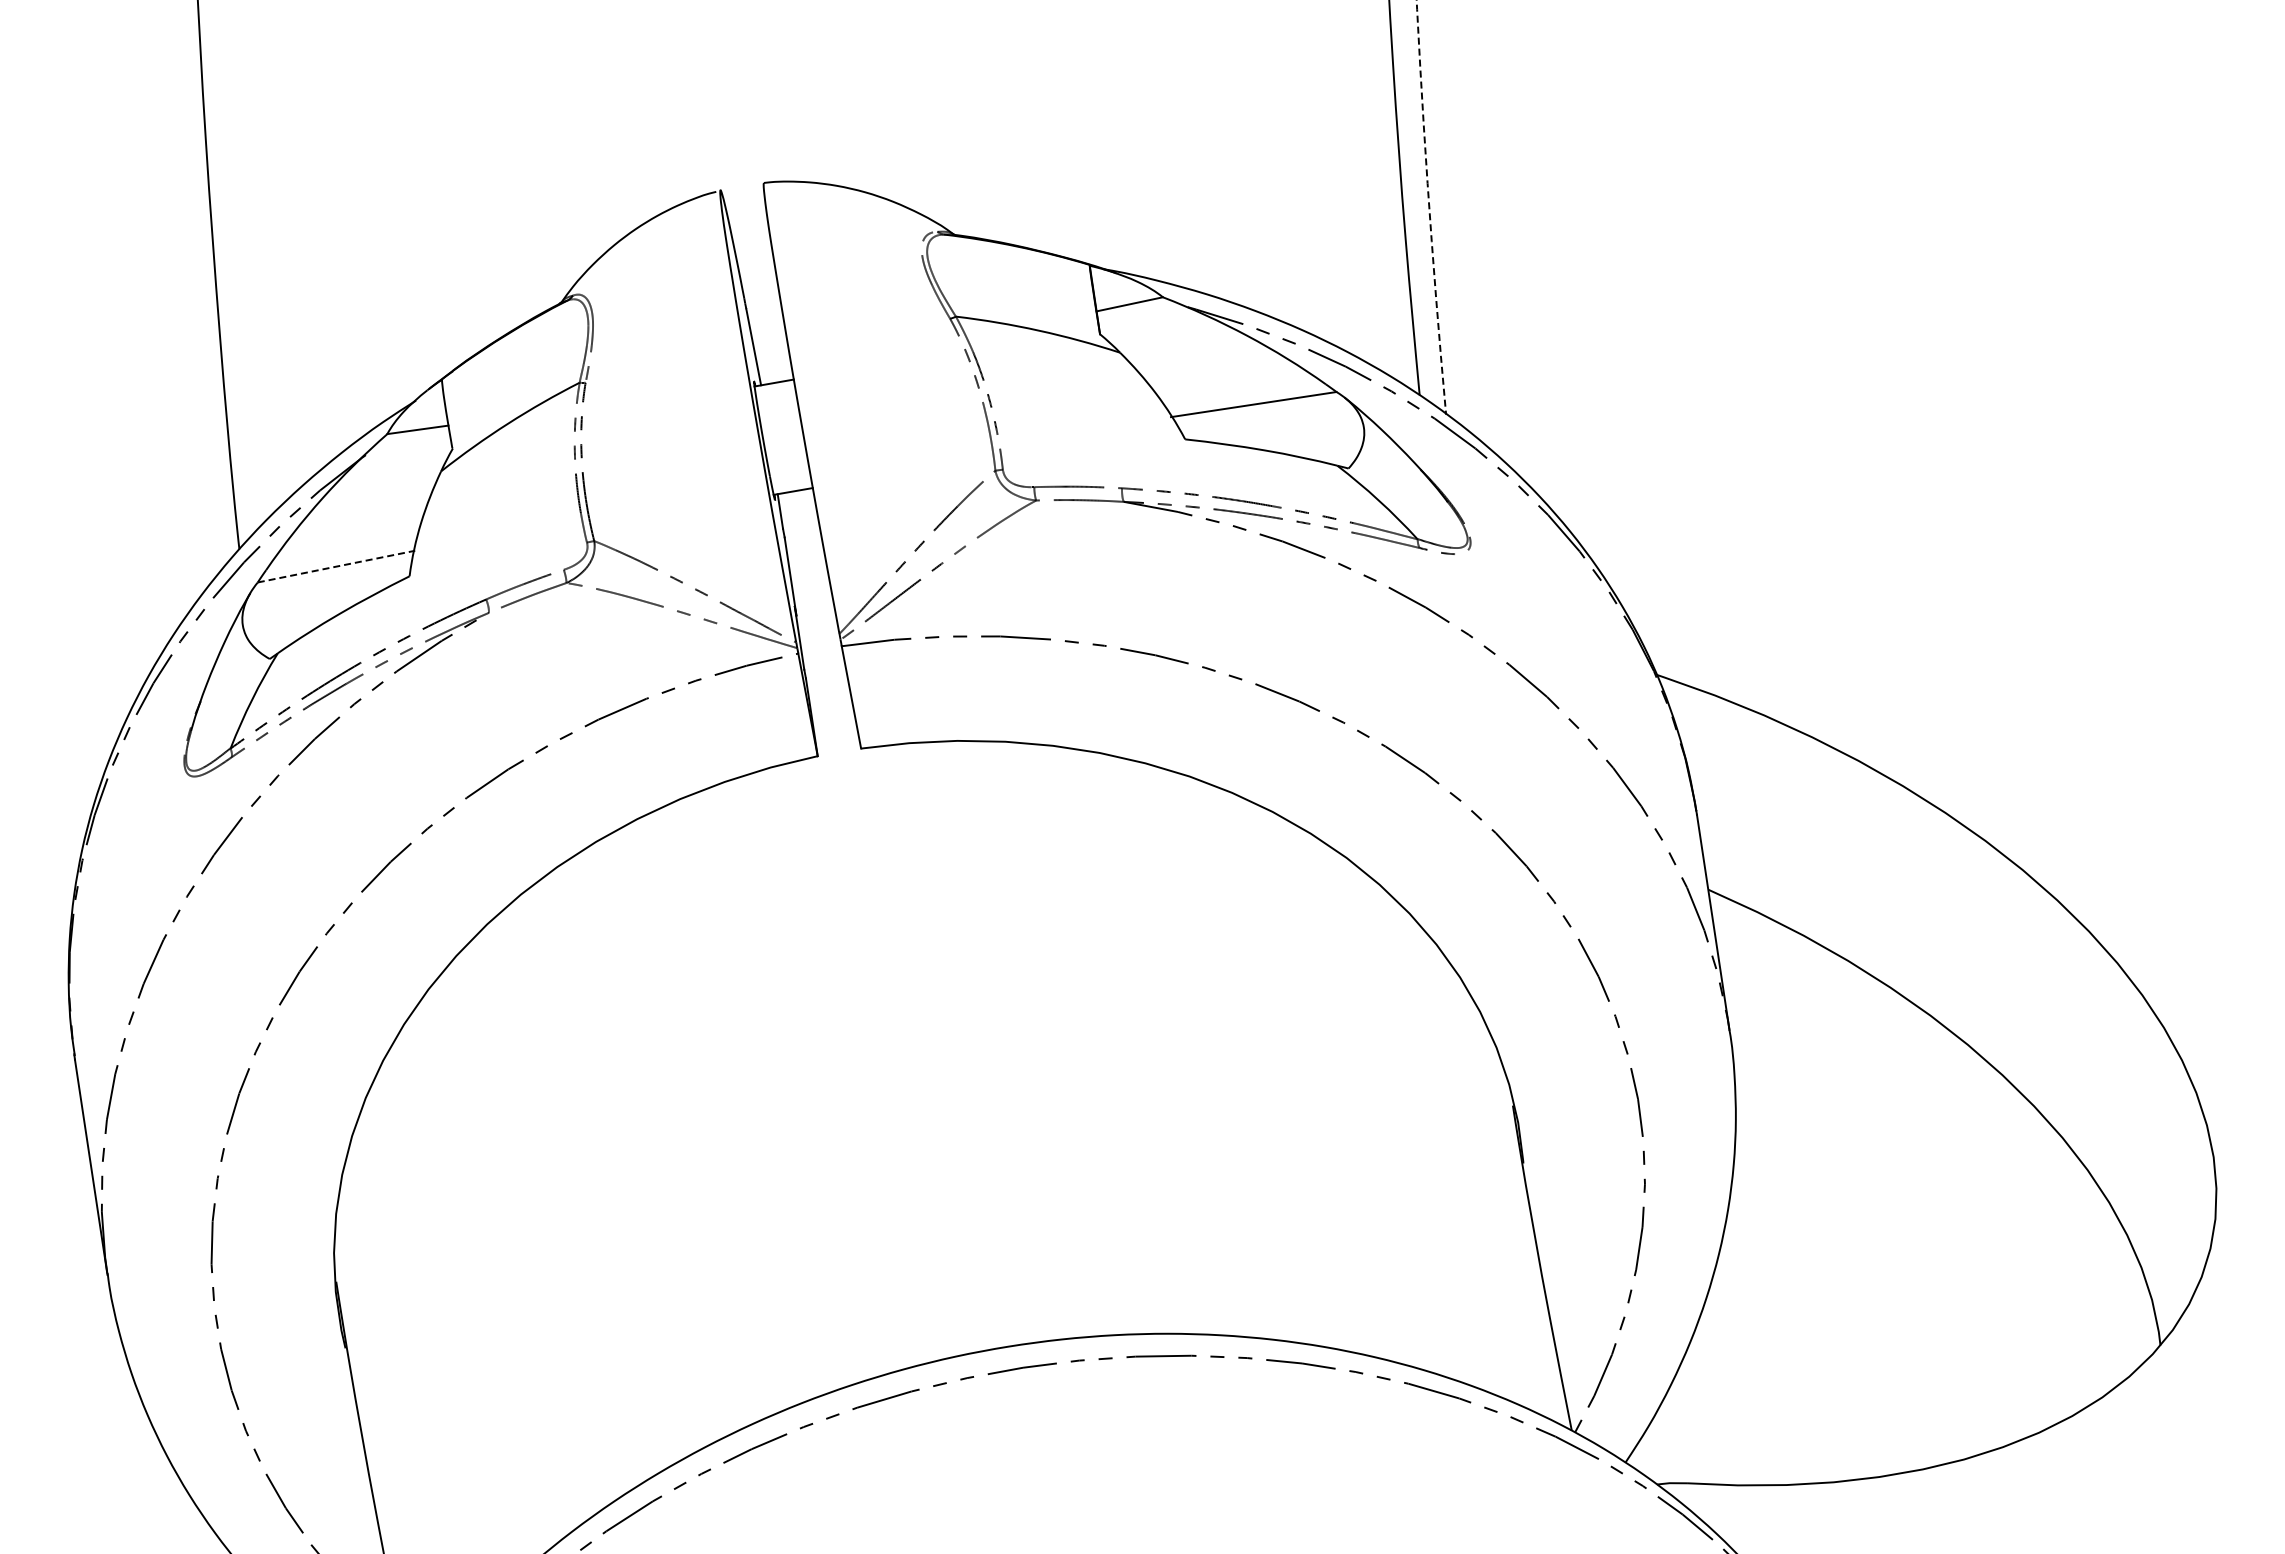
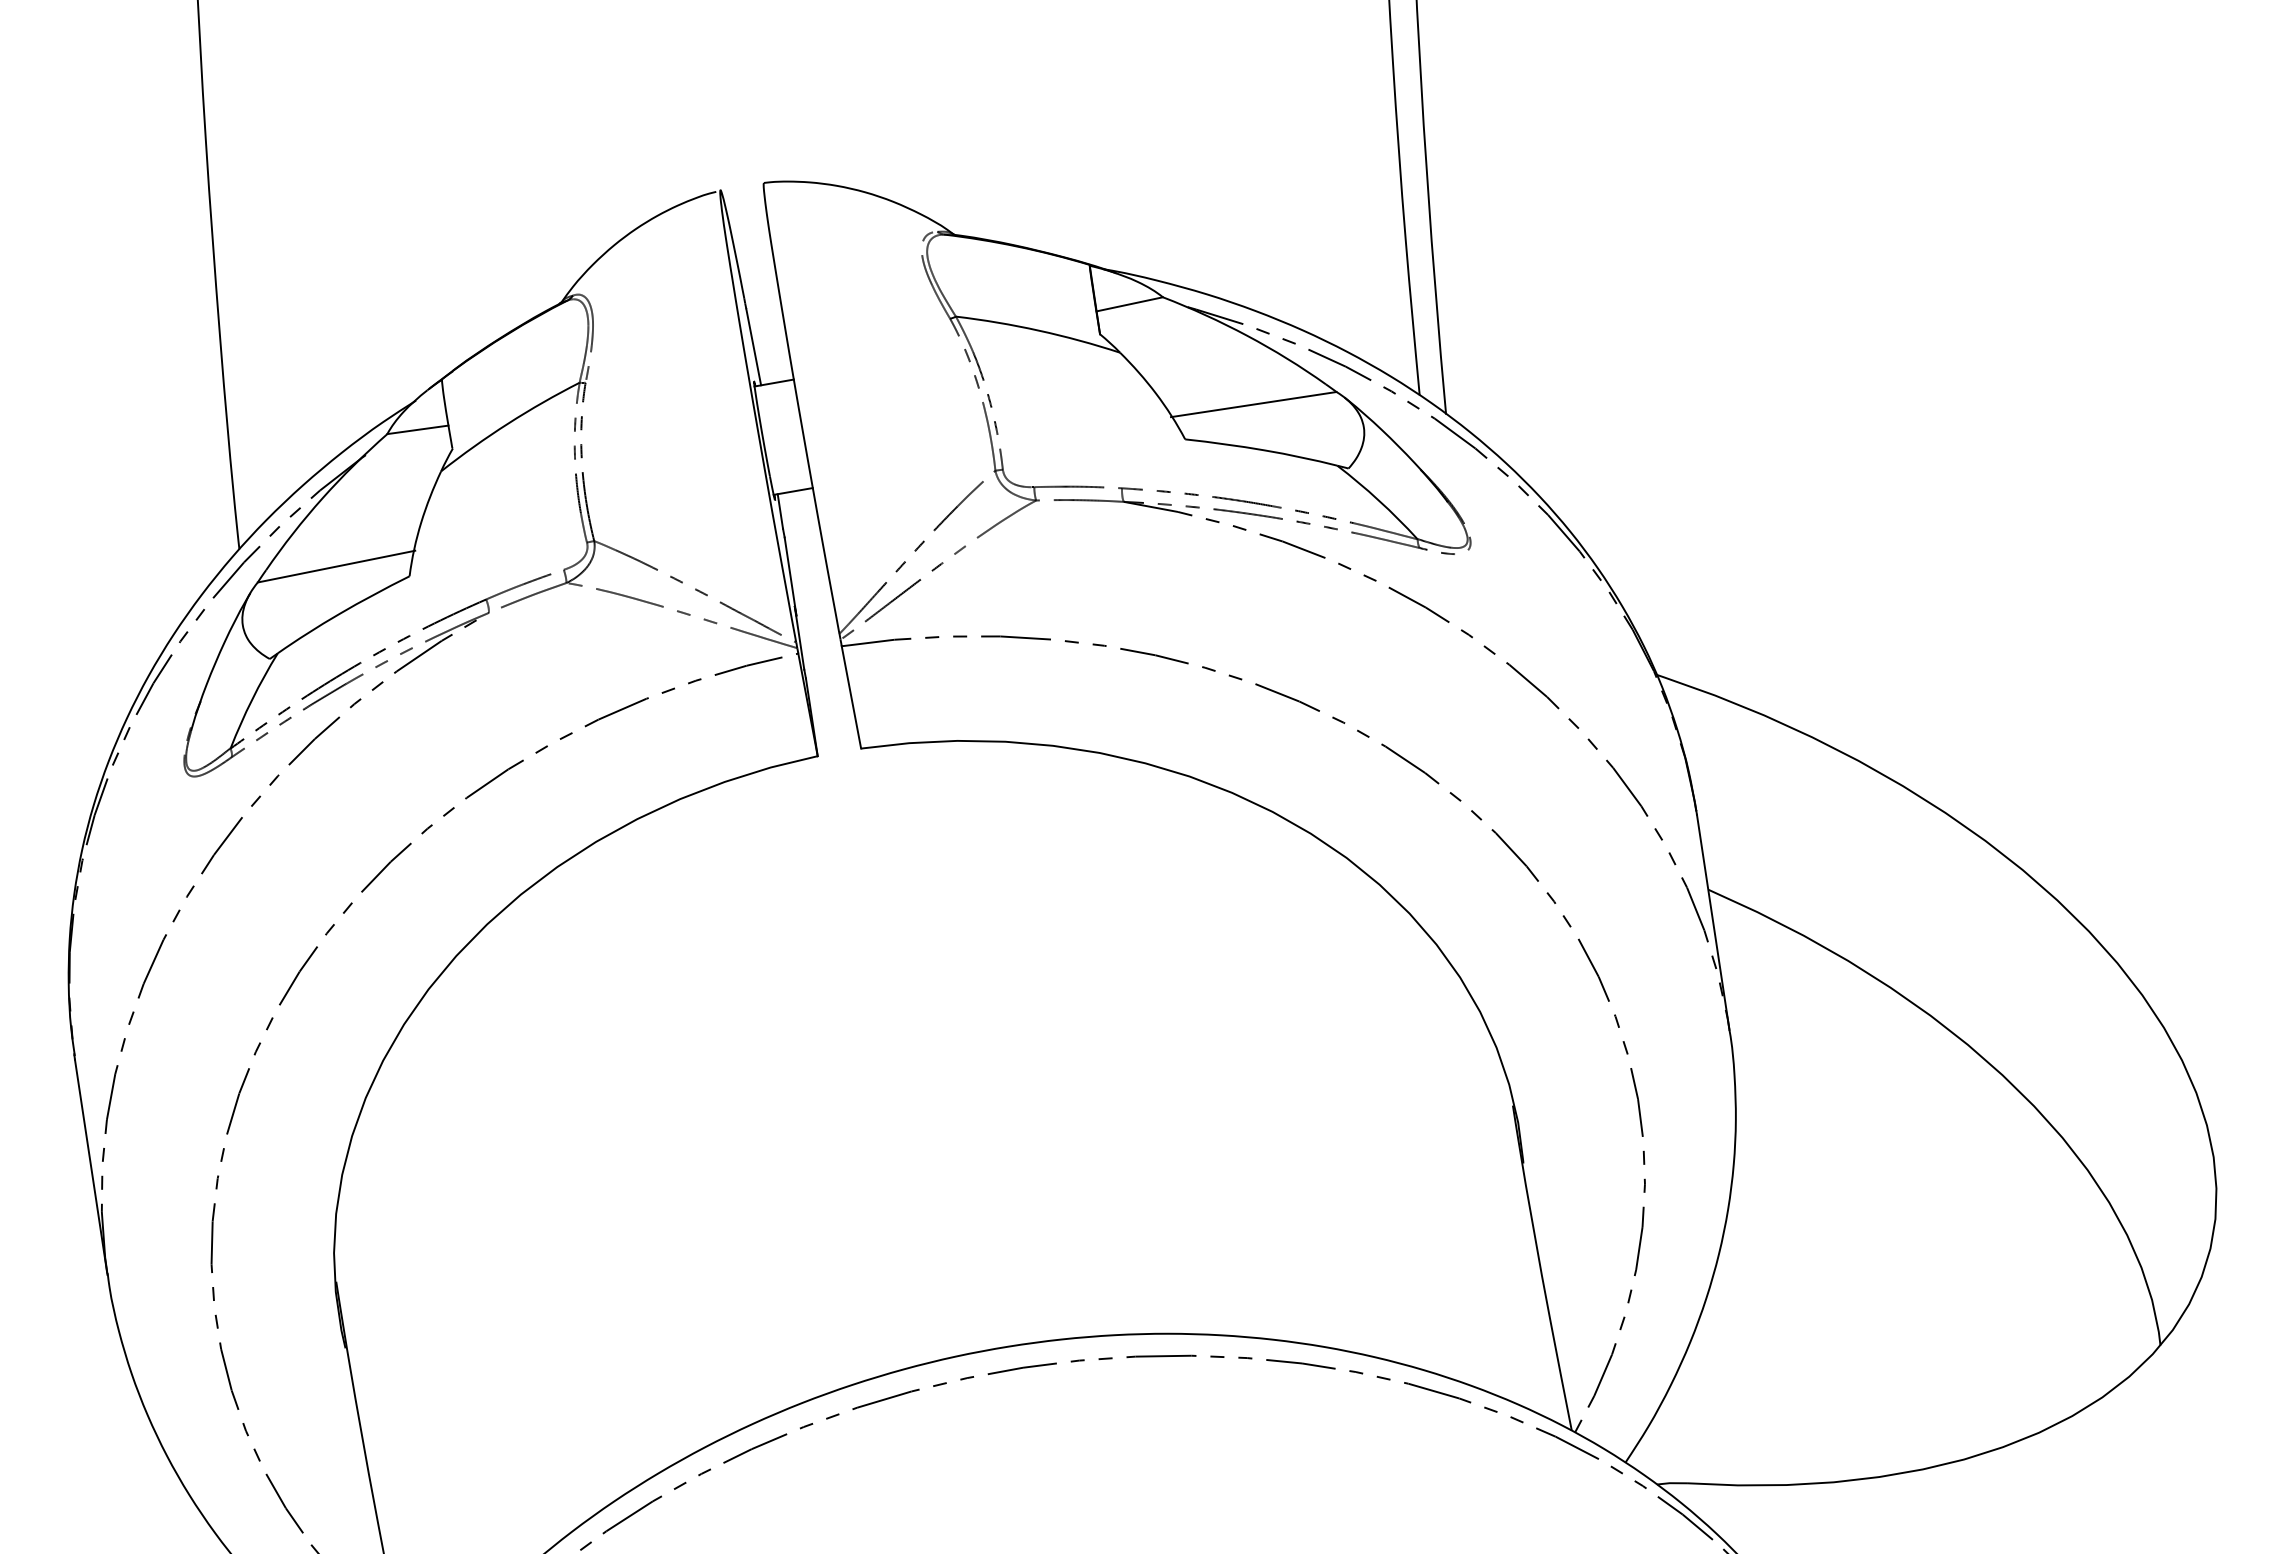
arc at (1429, 207): dashed -> solid
line at (337, 566): dashed -> solid
